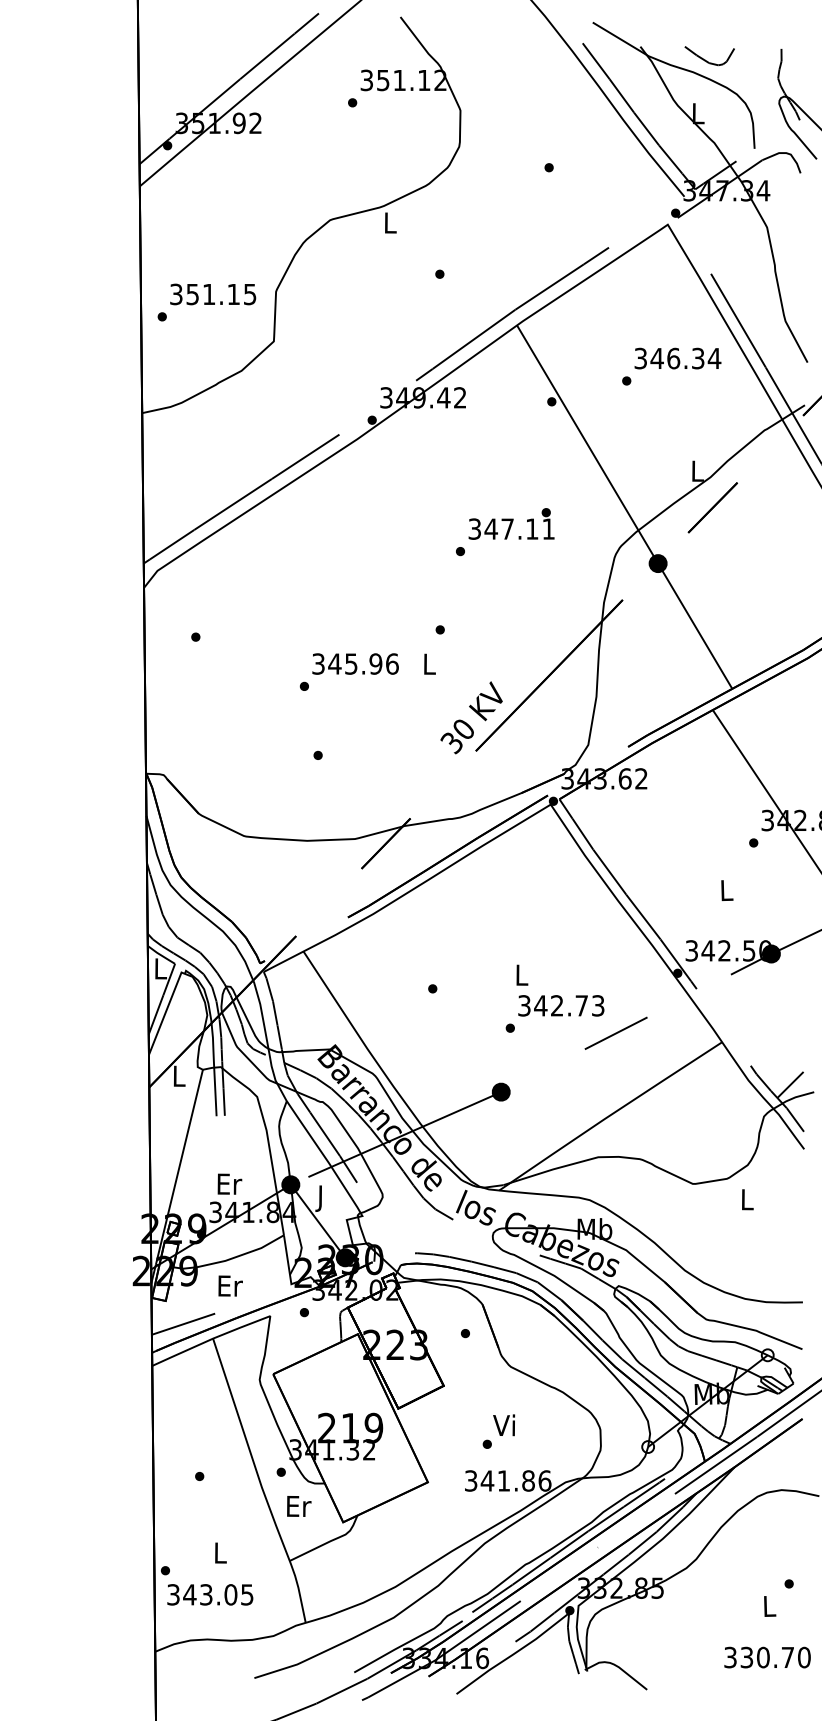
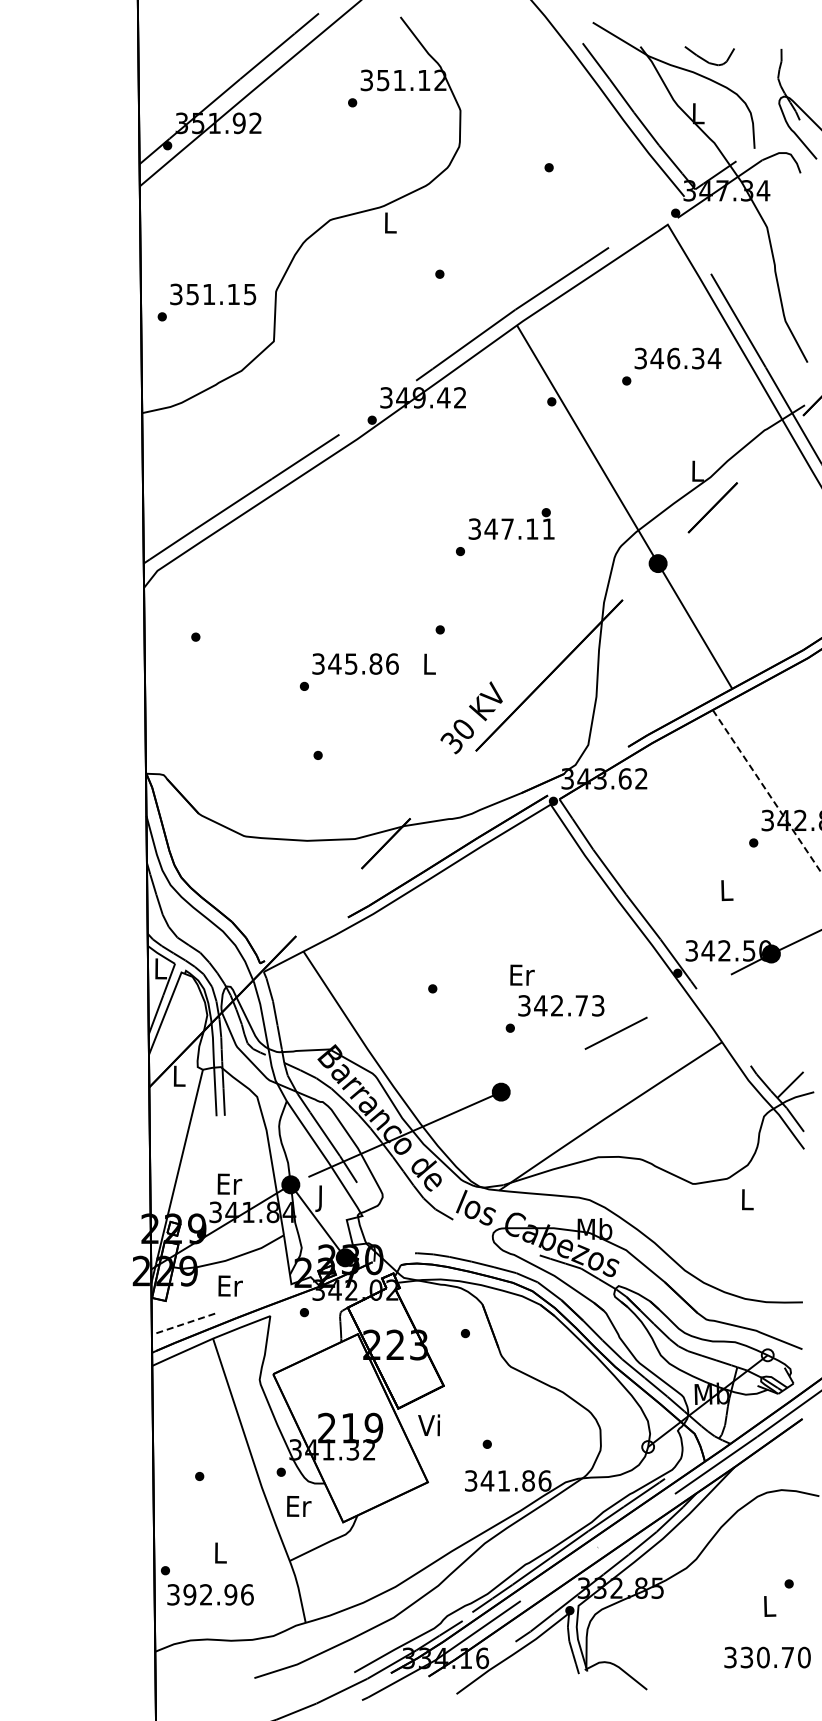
text at (375, 663): 345.96 -> 345.86
line at (766, 790): solid -> dashed
text at (522, 974): L -> Er
line at (183, 1324): solid -> dashed
text at (503, 1425) position: (503, 1425) -> (428, 1425)
text at (218, 1594): 343.05 -> 392.96
